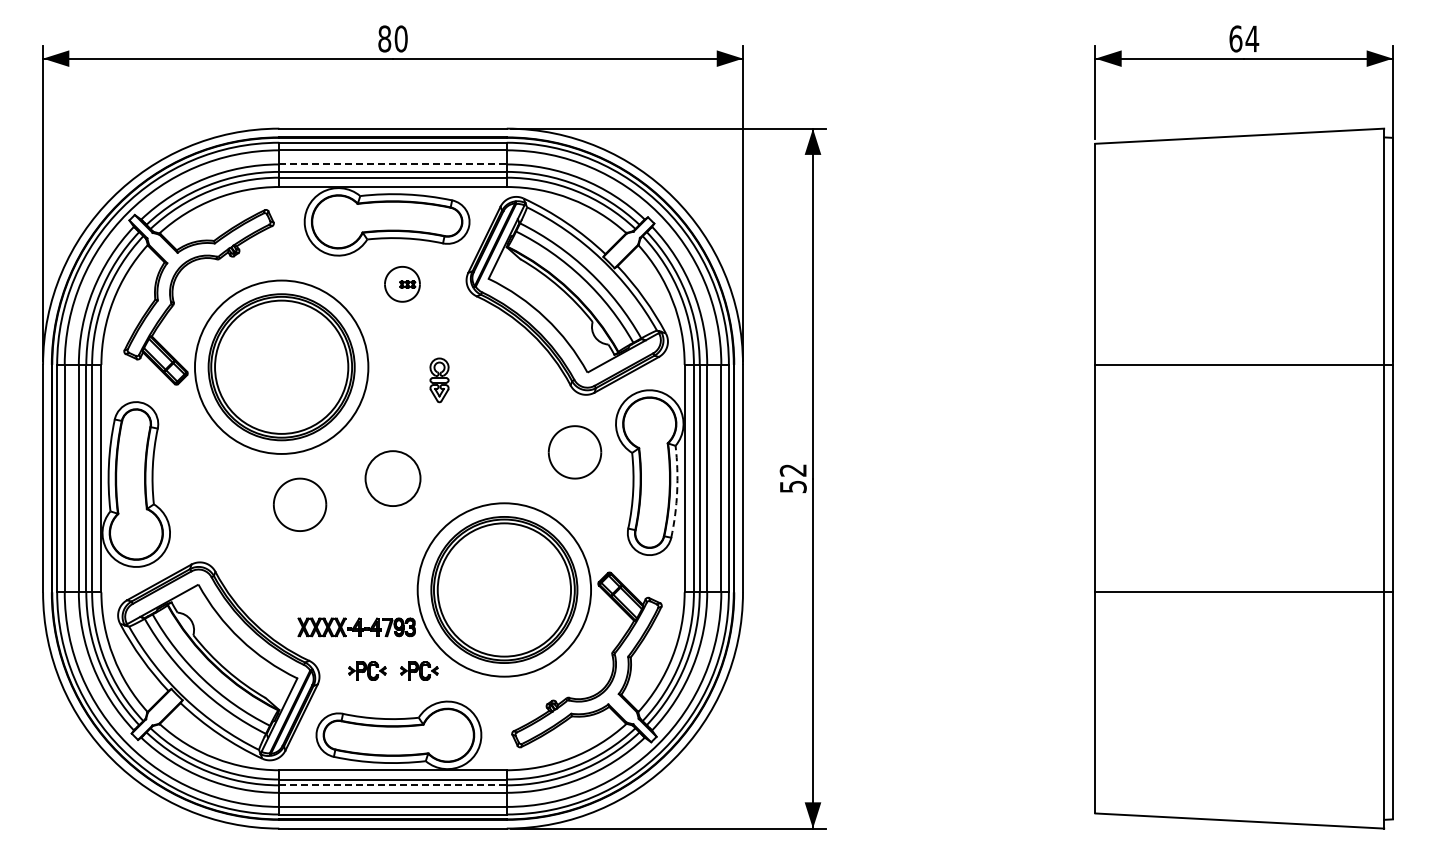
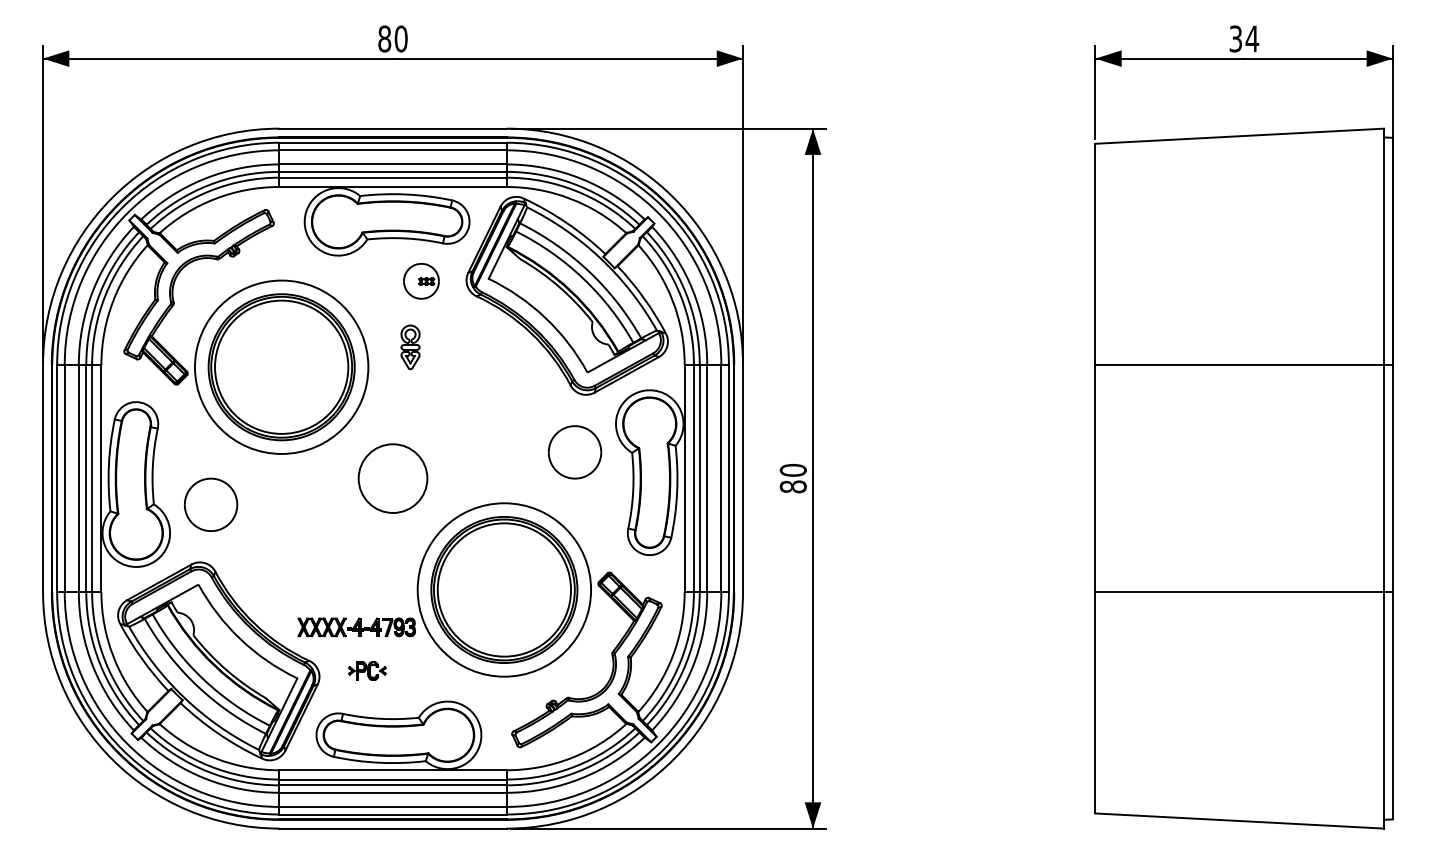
text at (1235, 38): 64 -> 34
line at (393, 164): dashed -> solid
part at (402, 284) position: (402, 284) -> (421, 281)
part at (439, 380) position: (439, 380) -> (410, 347)
circle at (392, 478) diameter: 55 px -> 69 px
text at (792, 478): 52 -> 80
arc at (677, 491): dashed -> solid
part at (300, 504) position: (300, 504) -> (211, 504)
part at (419, 670): present -> none
line at (393, 785): dashed -> solid
